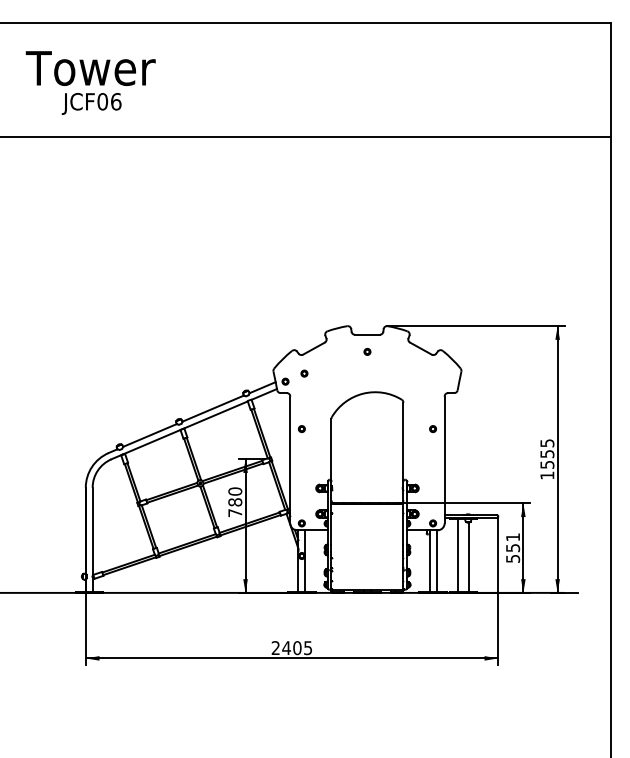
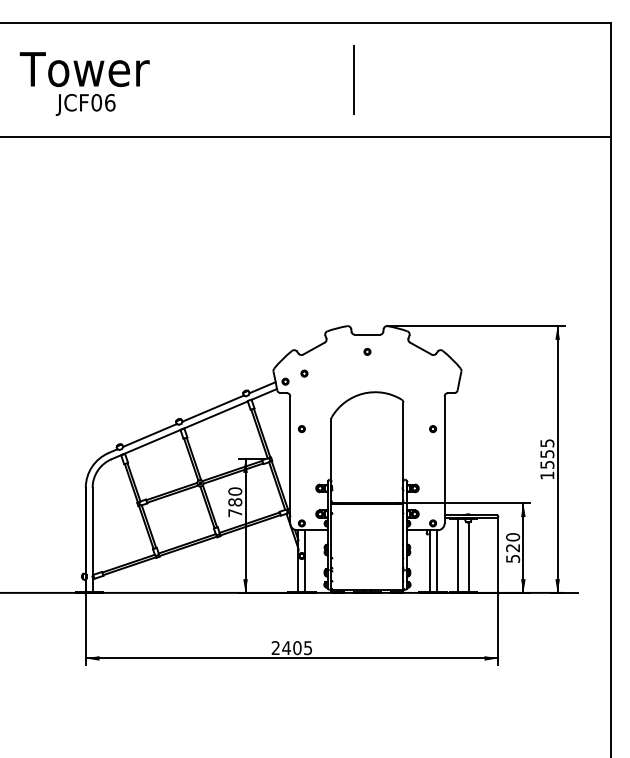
line at (353, 79): none -> present
text at (90, 82) position: (90, 82) -> (84, 83)
text at (513, 542): 551 -> 520
